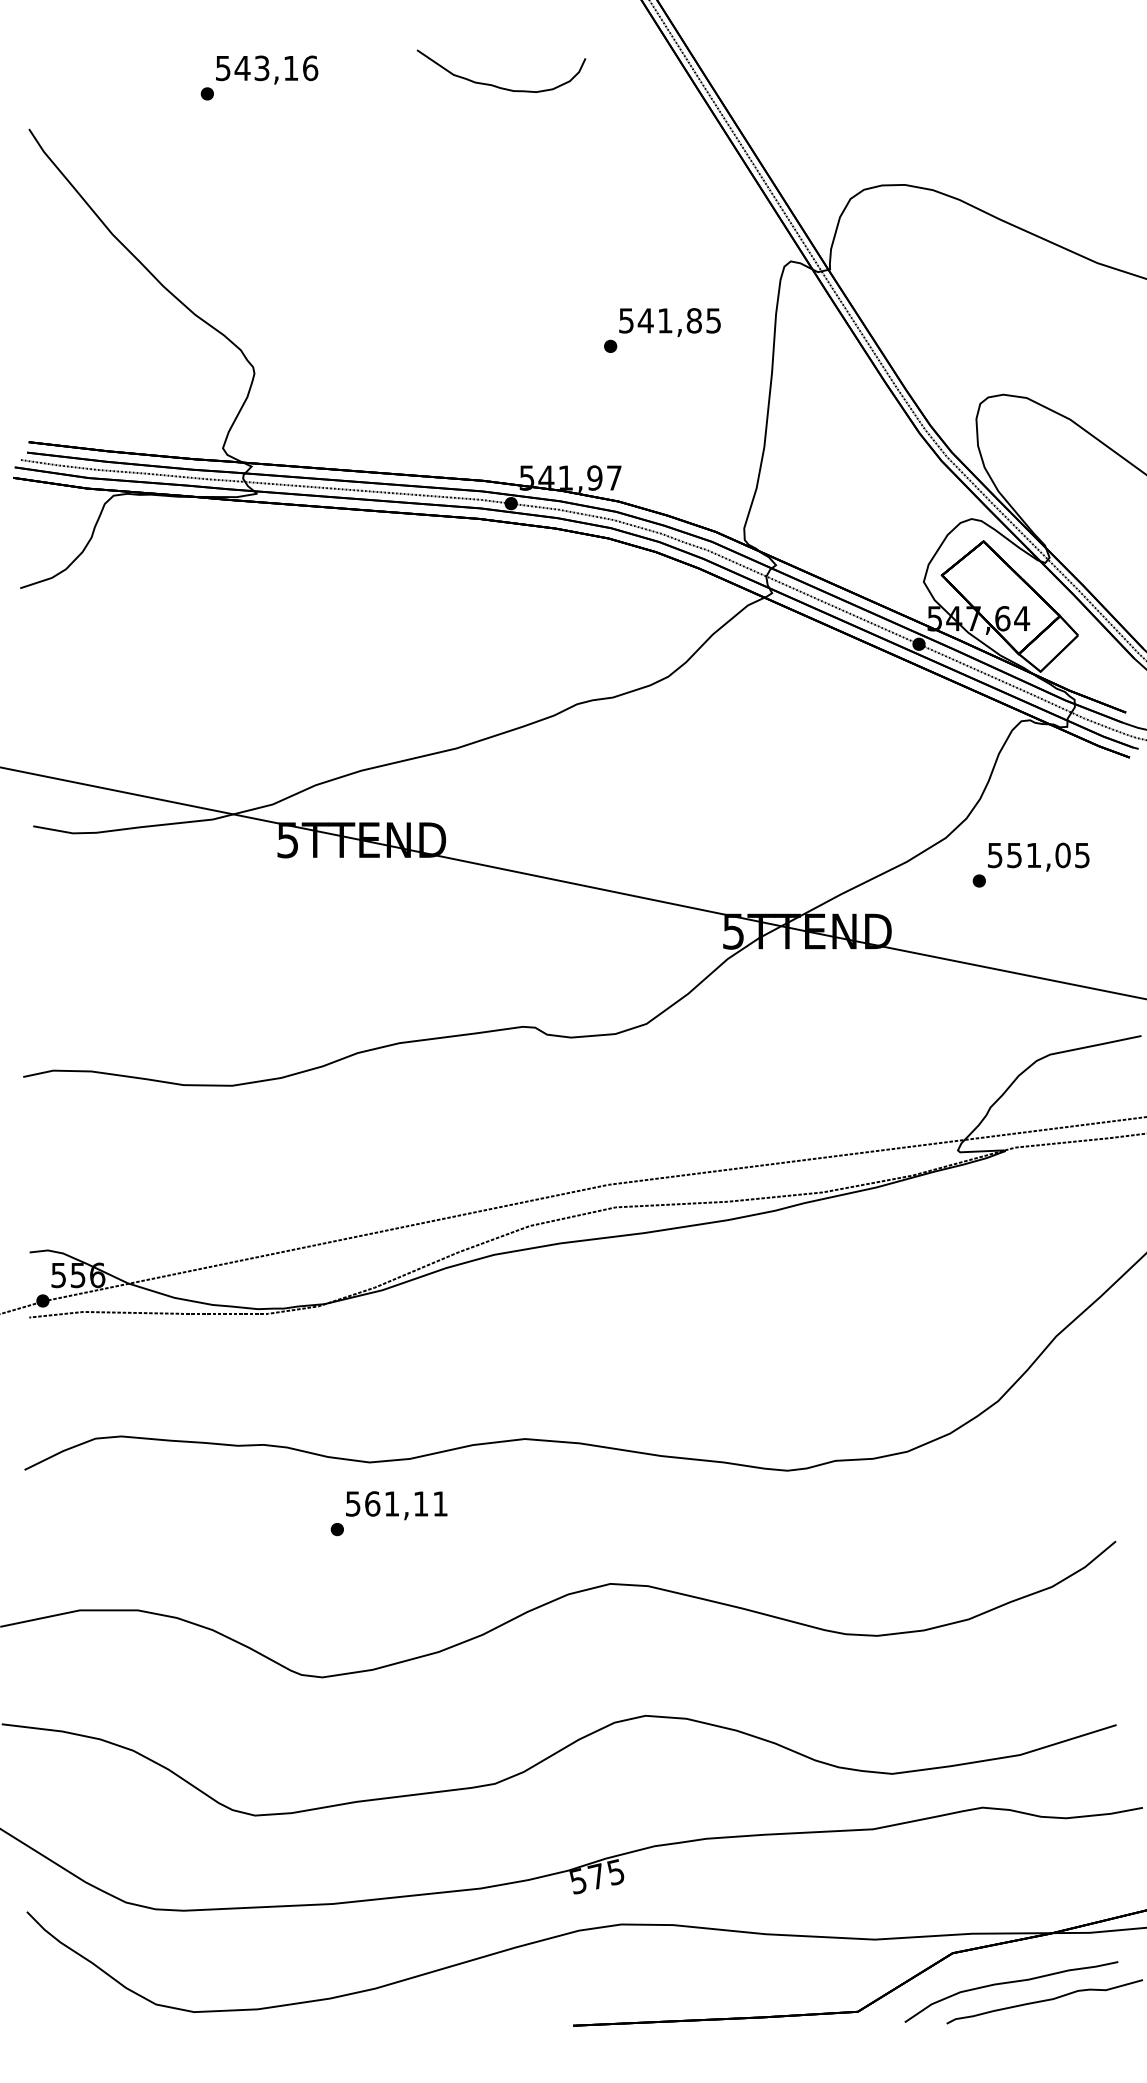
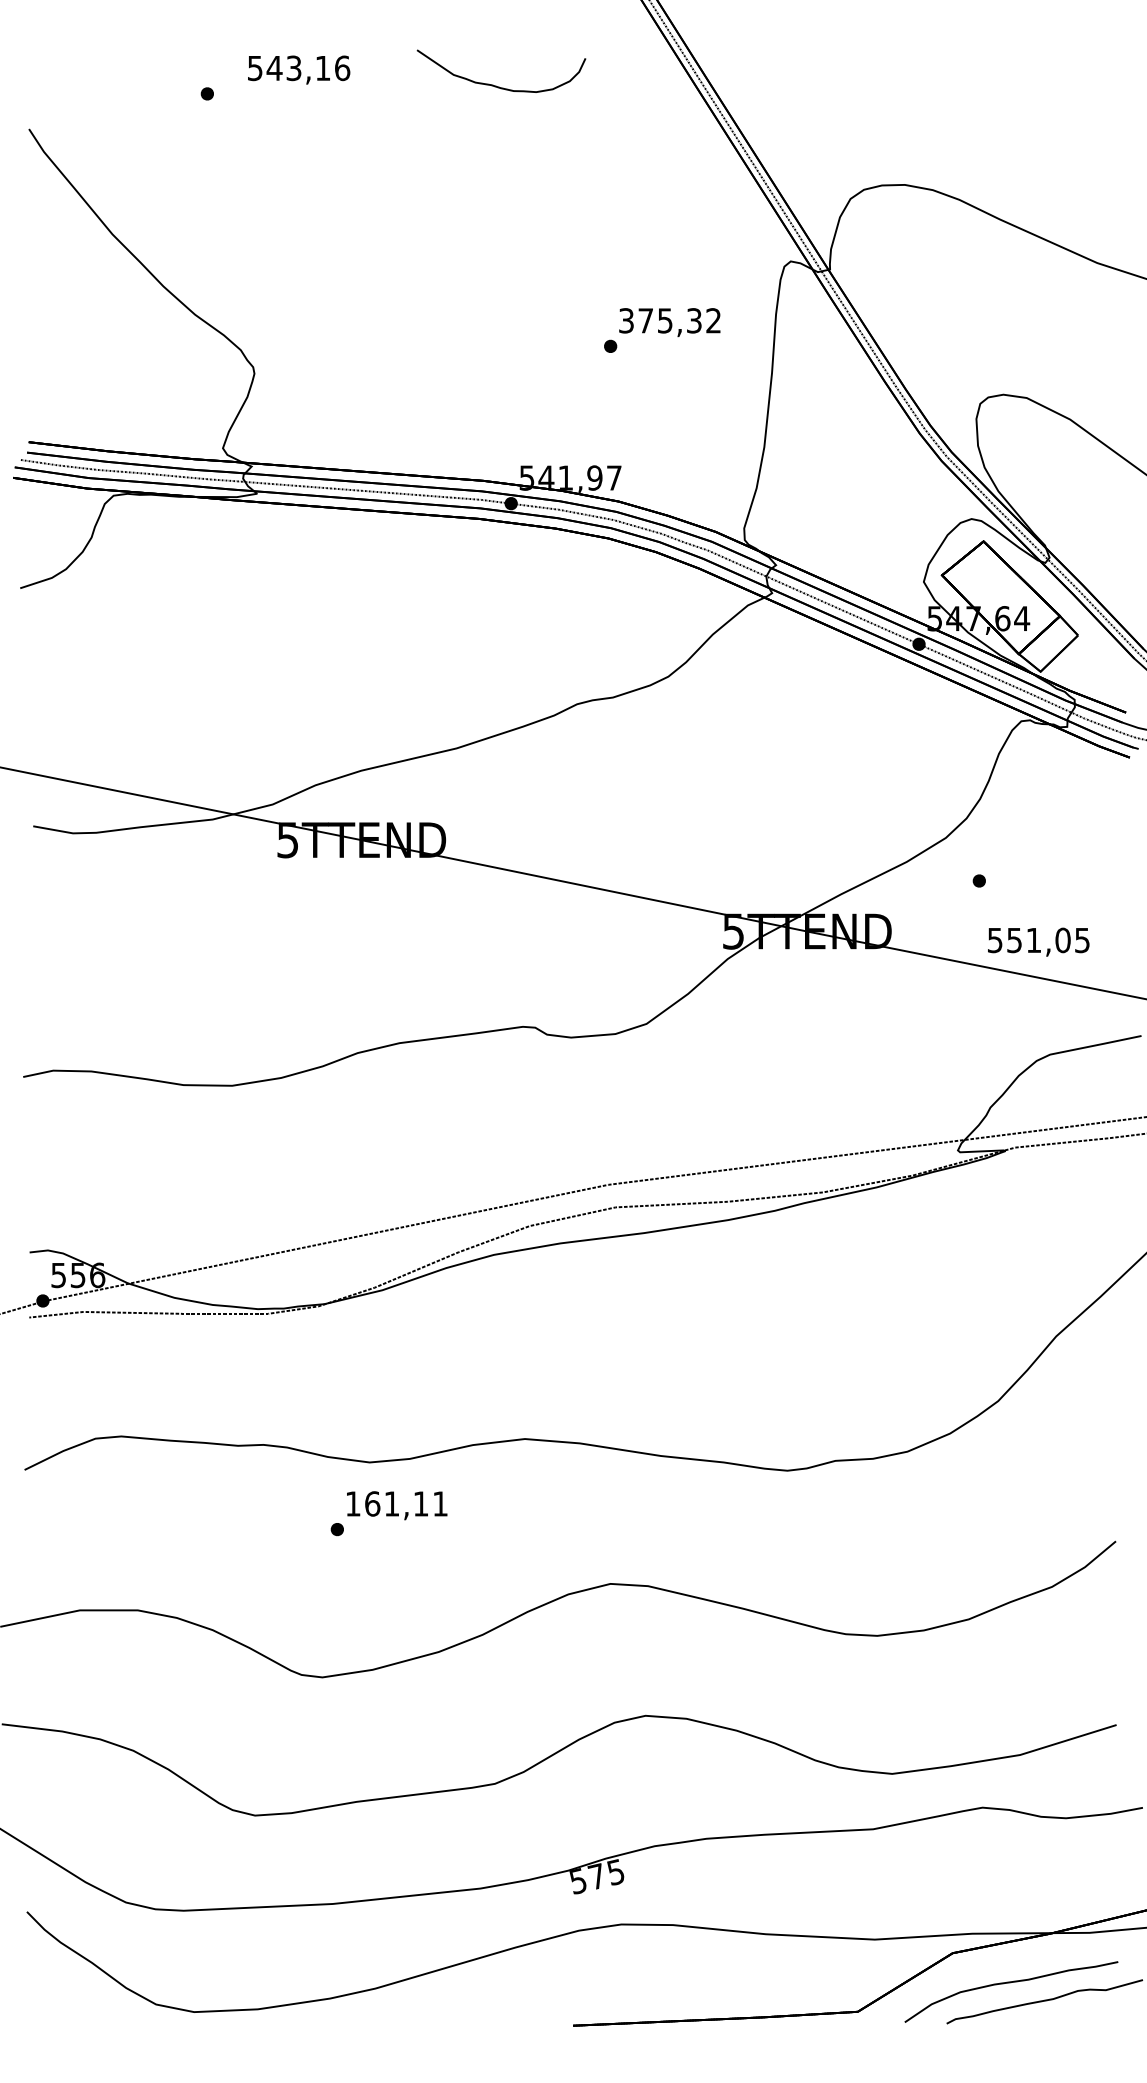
text at (267, 69) position: (267, 69) -> (299, 69)
text at (669, 320): 541,85 -> 375,32
text at (1038, 856) position: (1038, 856) -> (1038, 941)
text at (353, 1503): 561,11 -> 161,11
